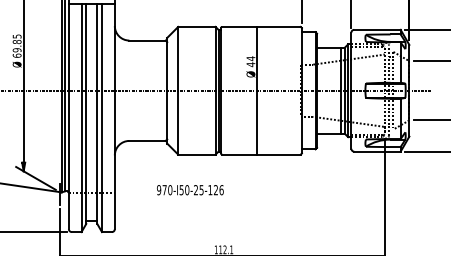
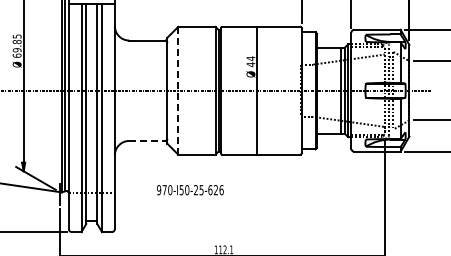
line at (178, 90): solid -> dashed
line at (148, 140): solid -> dashed
text at (210, 190): 970-I50-25-126 -> 970-I50-25-626
